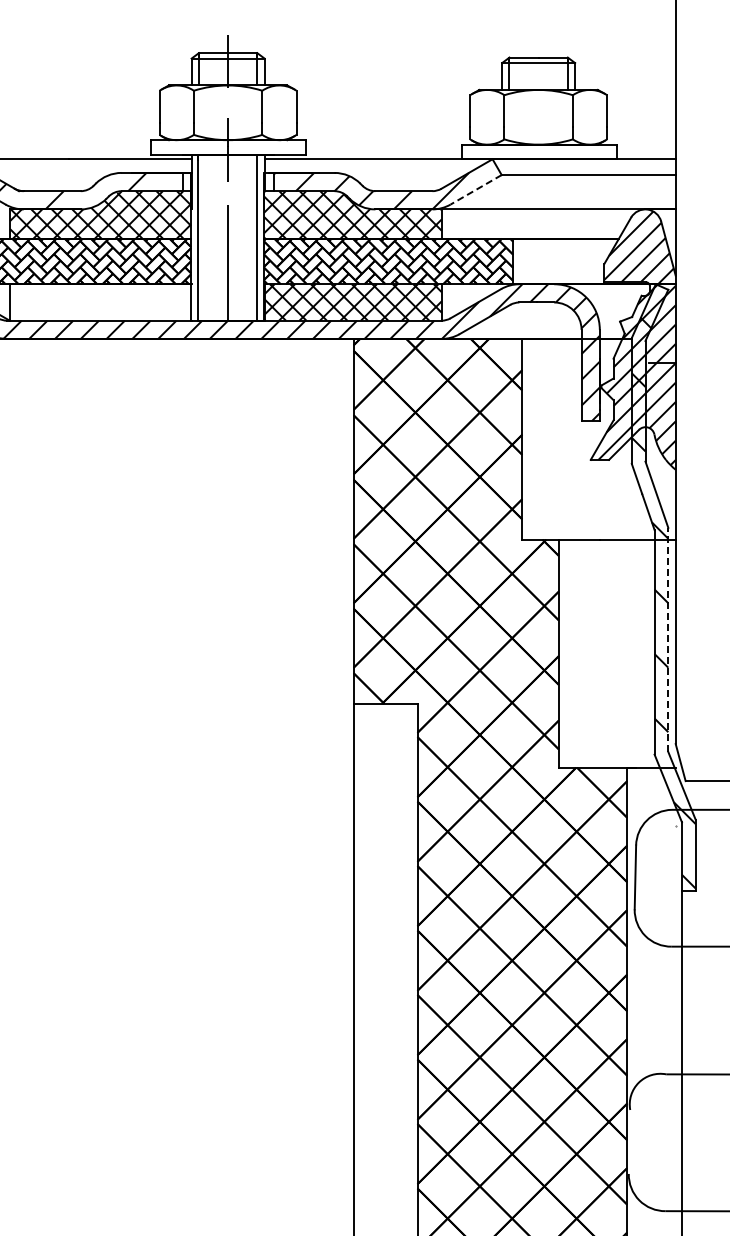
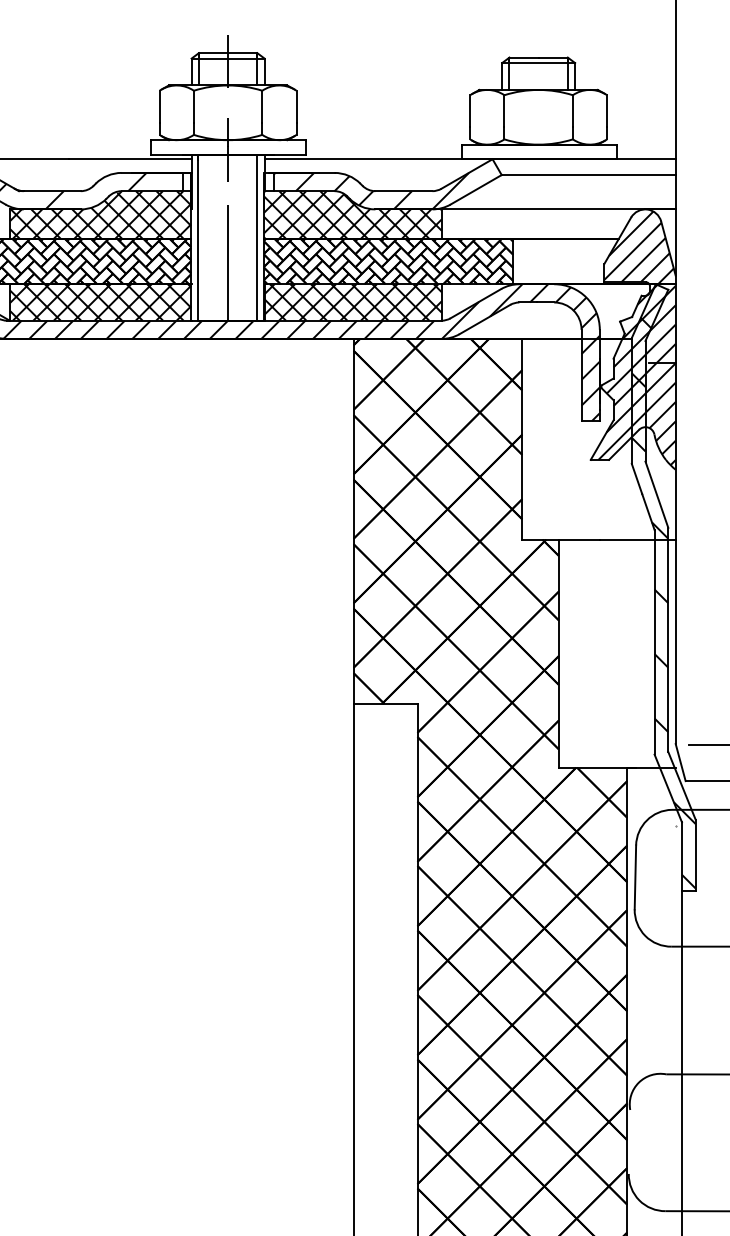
line at (475, 190): dashed -> solid
hatch at (100, 302): none -> present
line at (668, 639): dashed -> solid
line at (707, 744): none -> present
